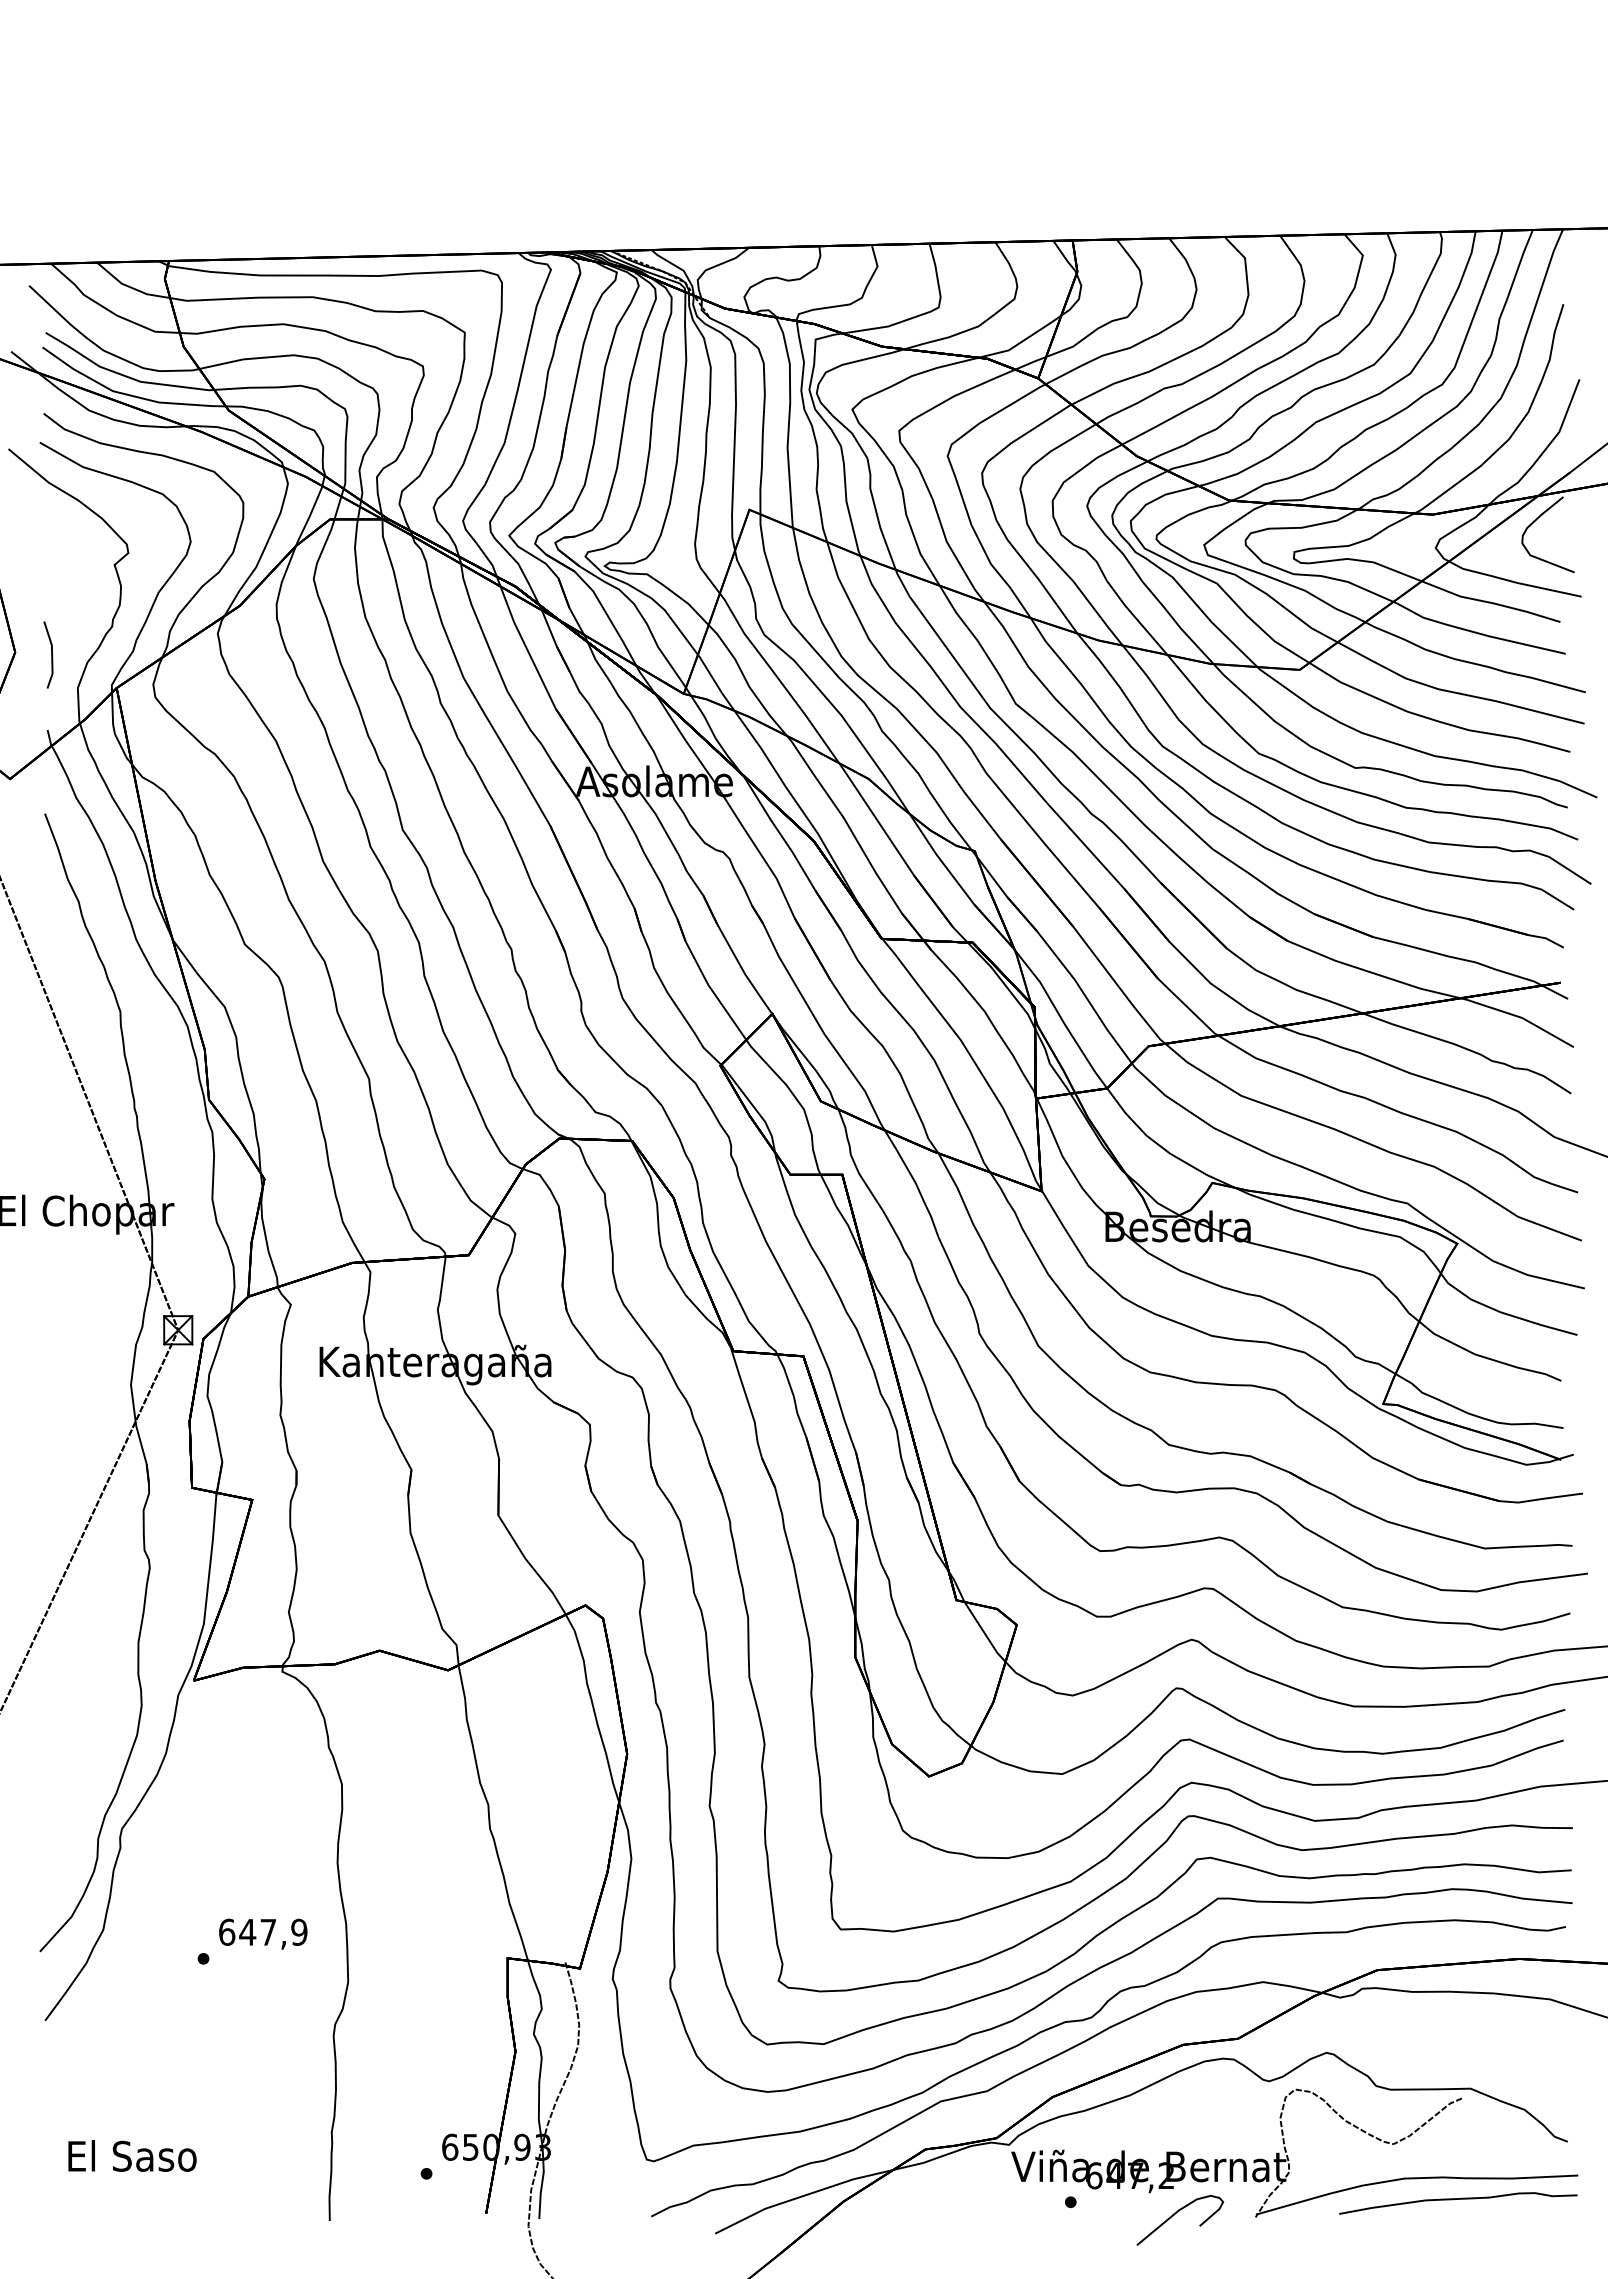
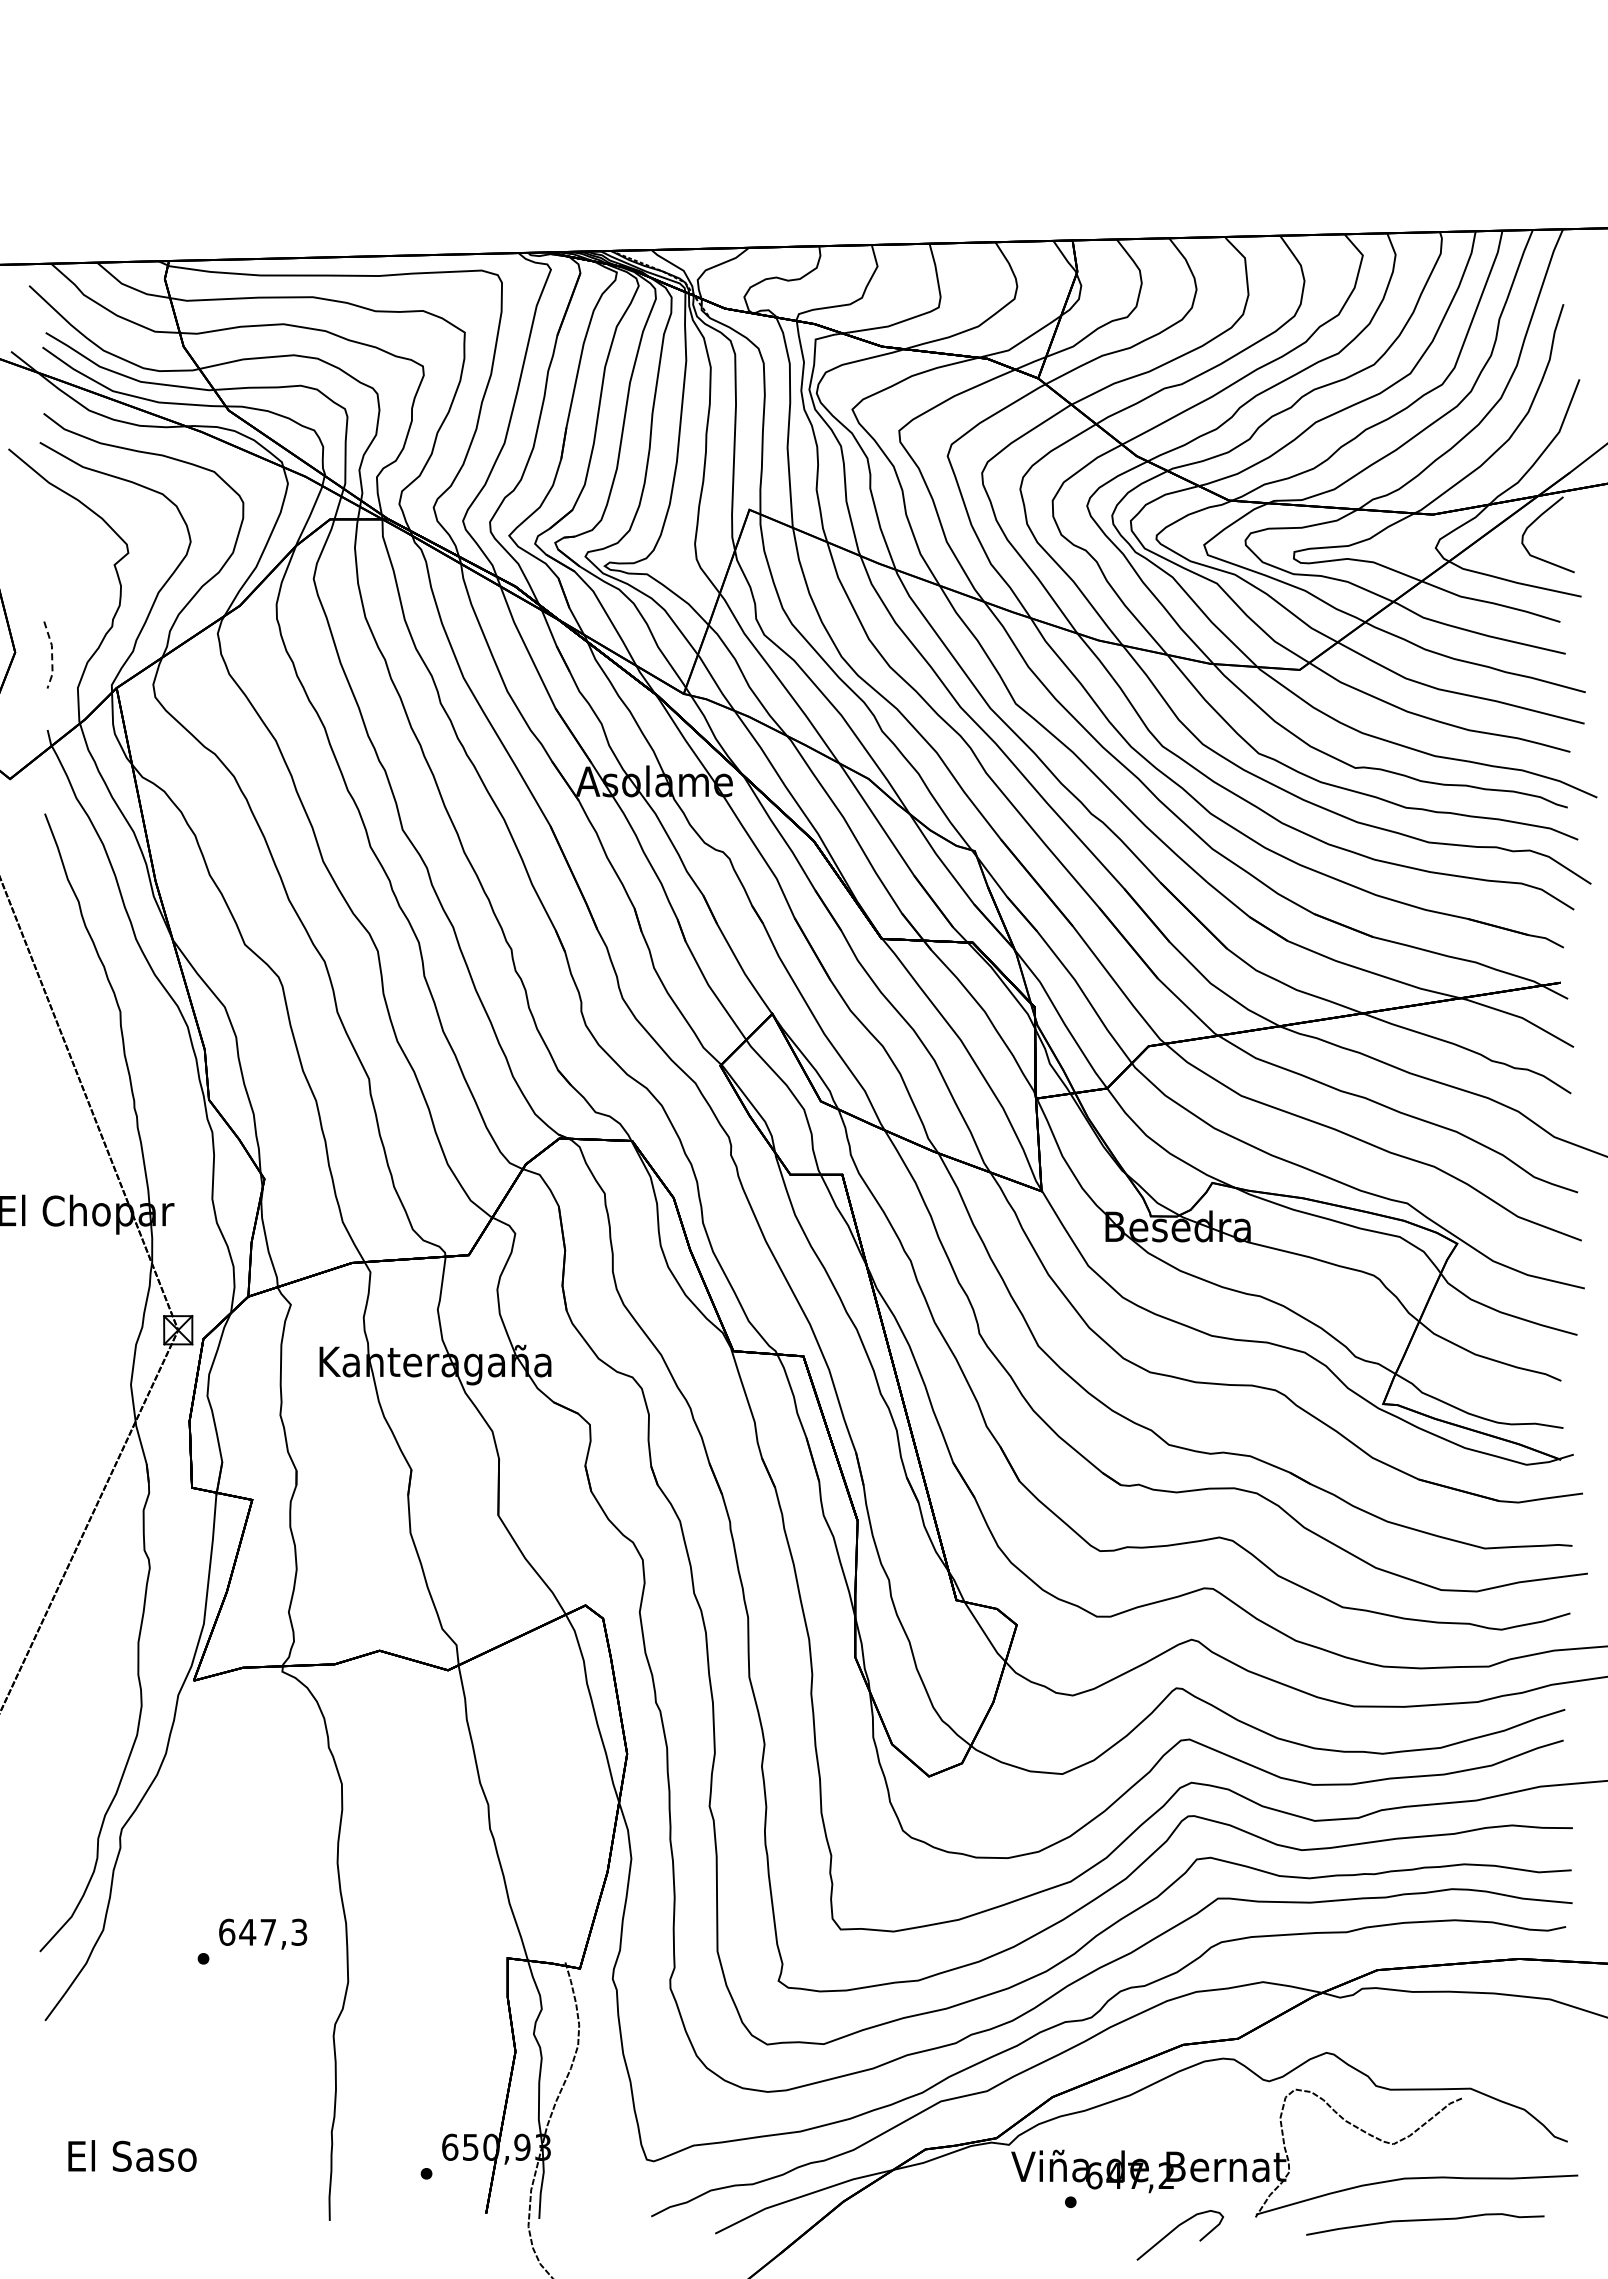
line at (52, 655): solid -> dashed
text at (299, 1931): 647,9 -> 647,3
curve at (1458, 2199) position: (1458, 2199) -> (1425, 2220)
curve at (1174, 2215) position: (1174, 2215) -> (1174, 2230)
